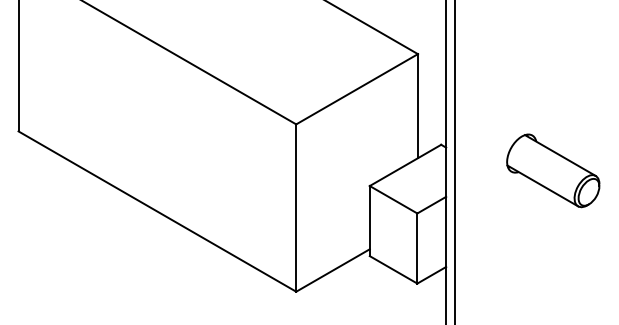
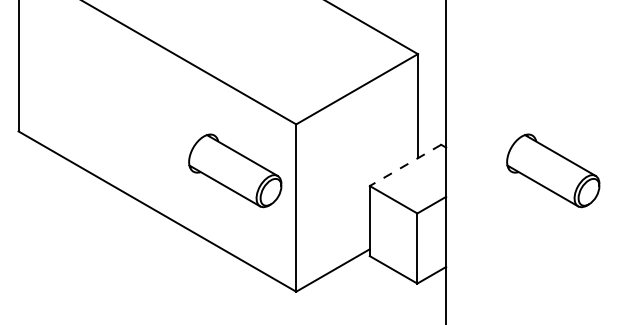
line at (454, 161): present -> none
line at (405, 165): solid -> dashed
part at (235, 170): none -> present
